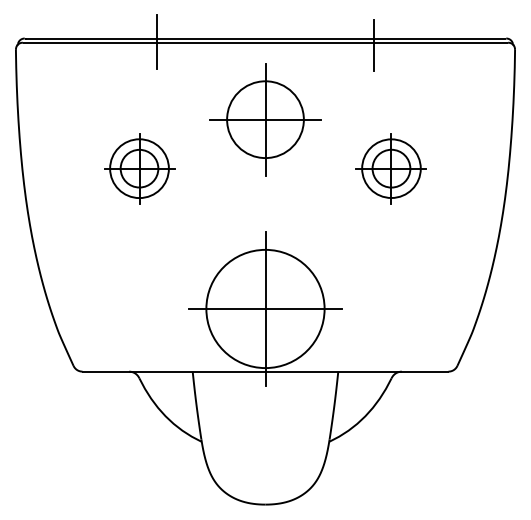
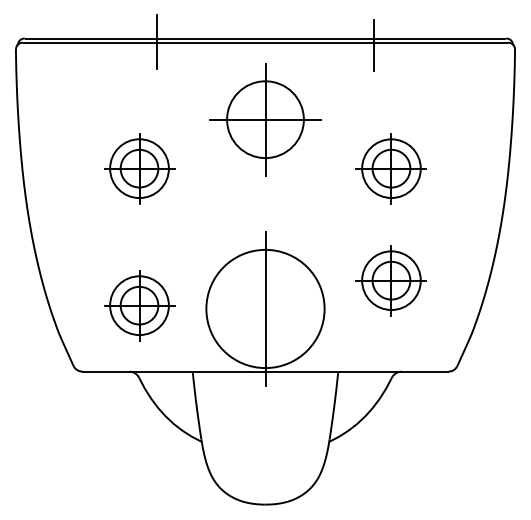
part at (390, 280): none -> present
part at (139, 305): none -> present
line at (265, 308): present -> none
